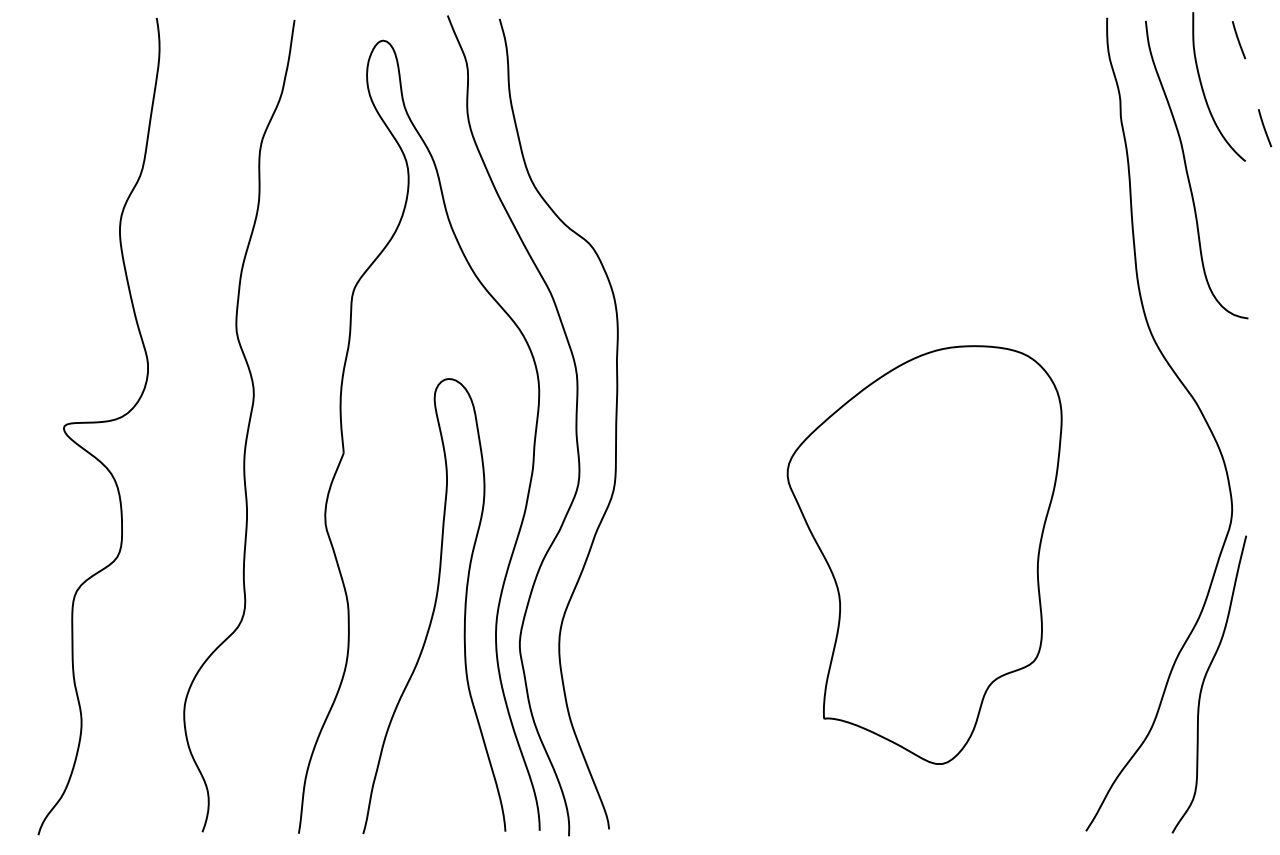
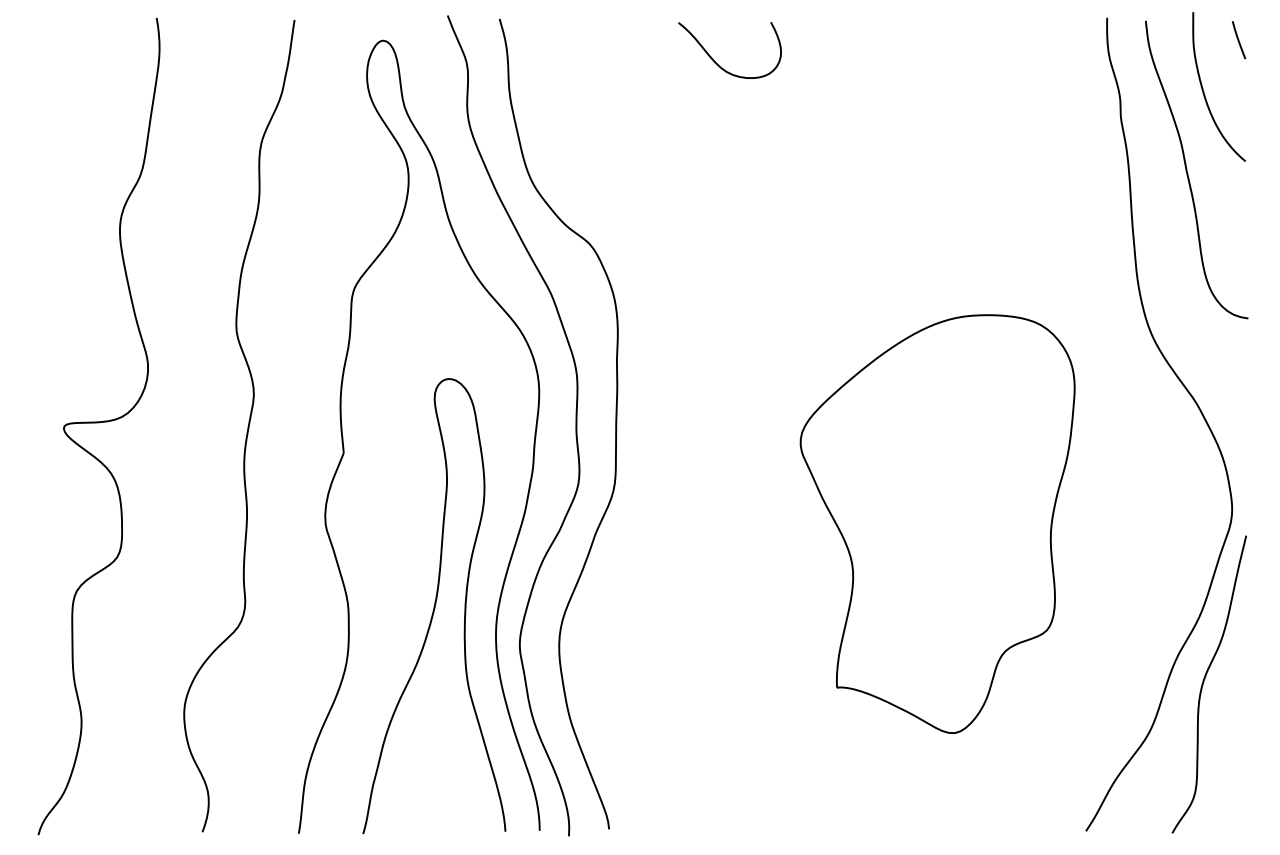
curve at (716, 62): none -> present
line at (1265, 128): present -> none
part at (924, 554) position: (924, 554) -> (937, 523)
